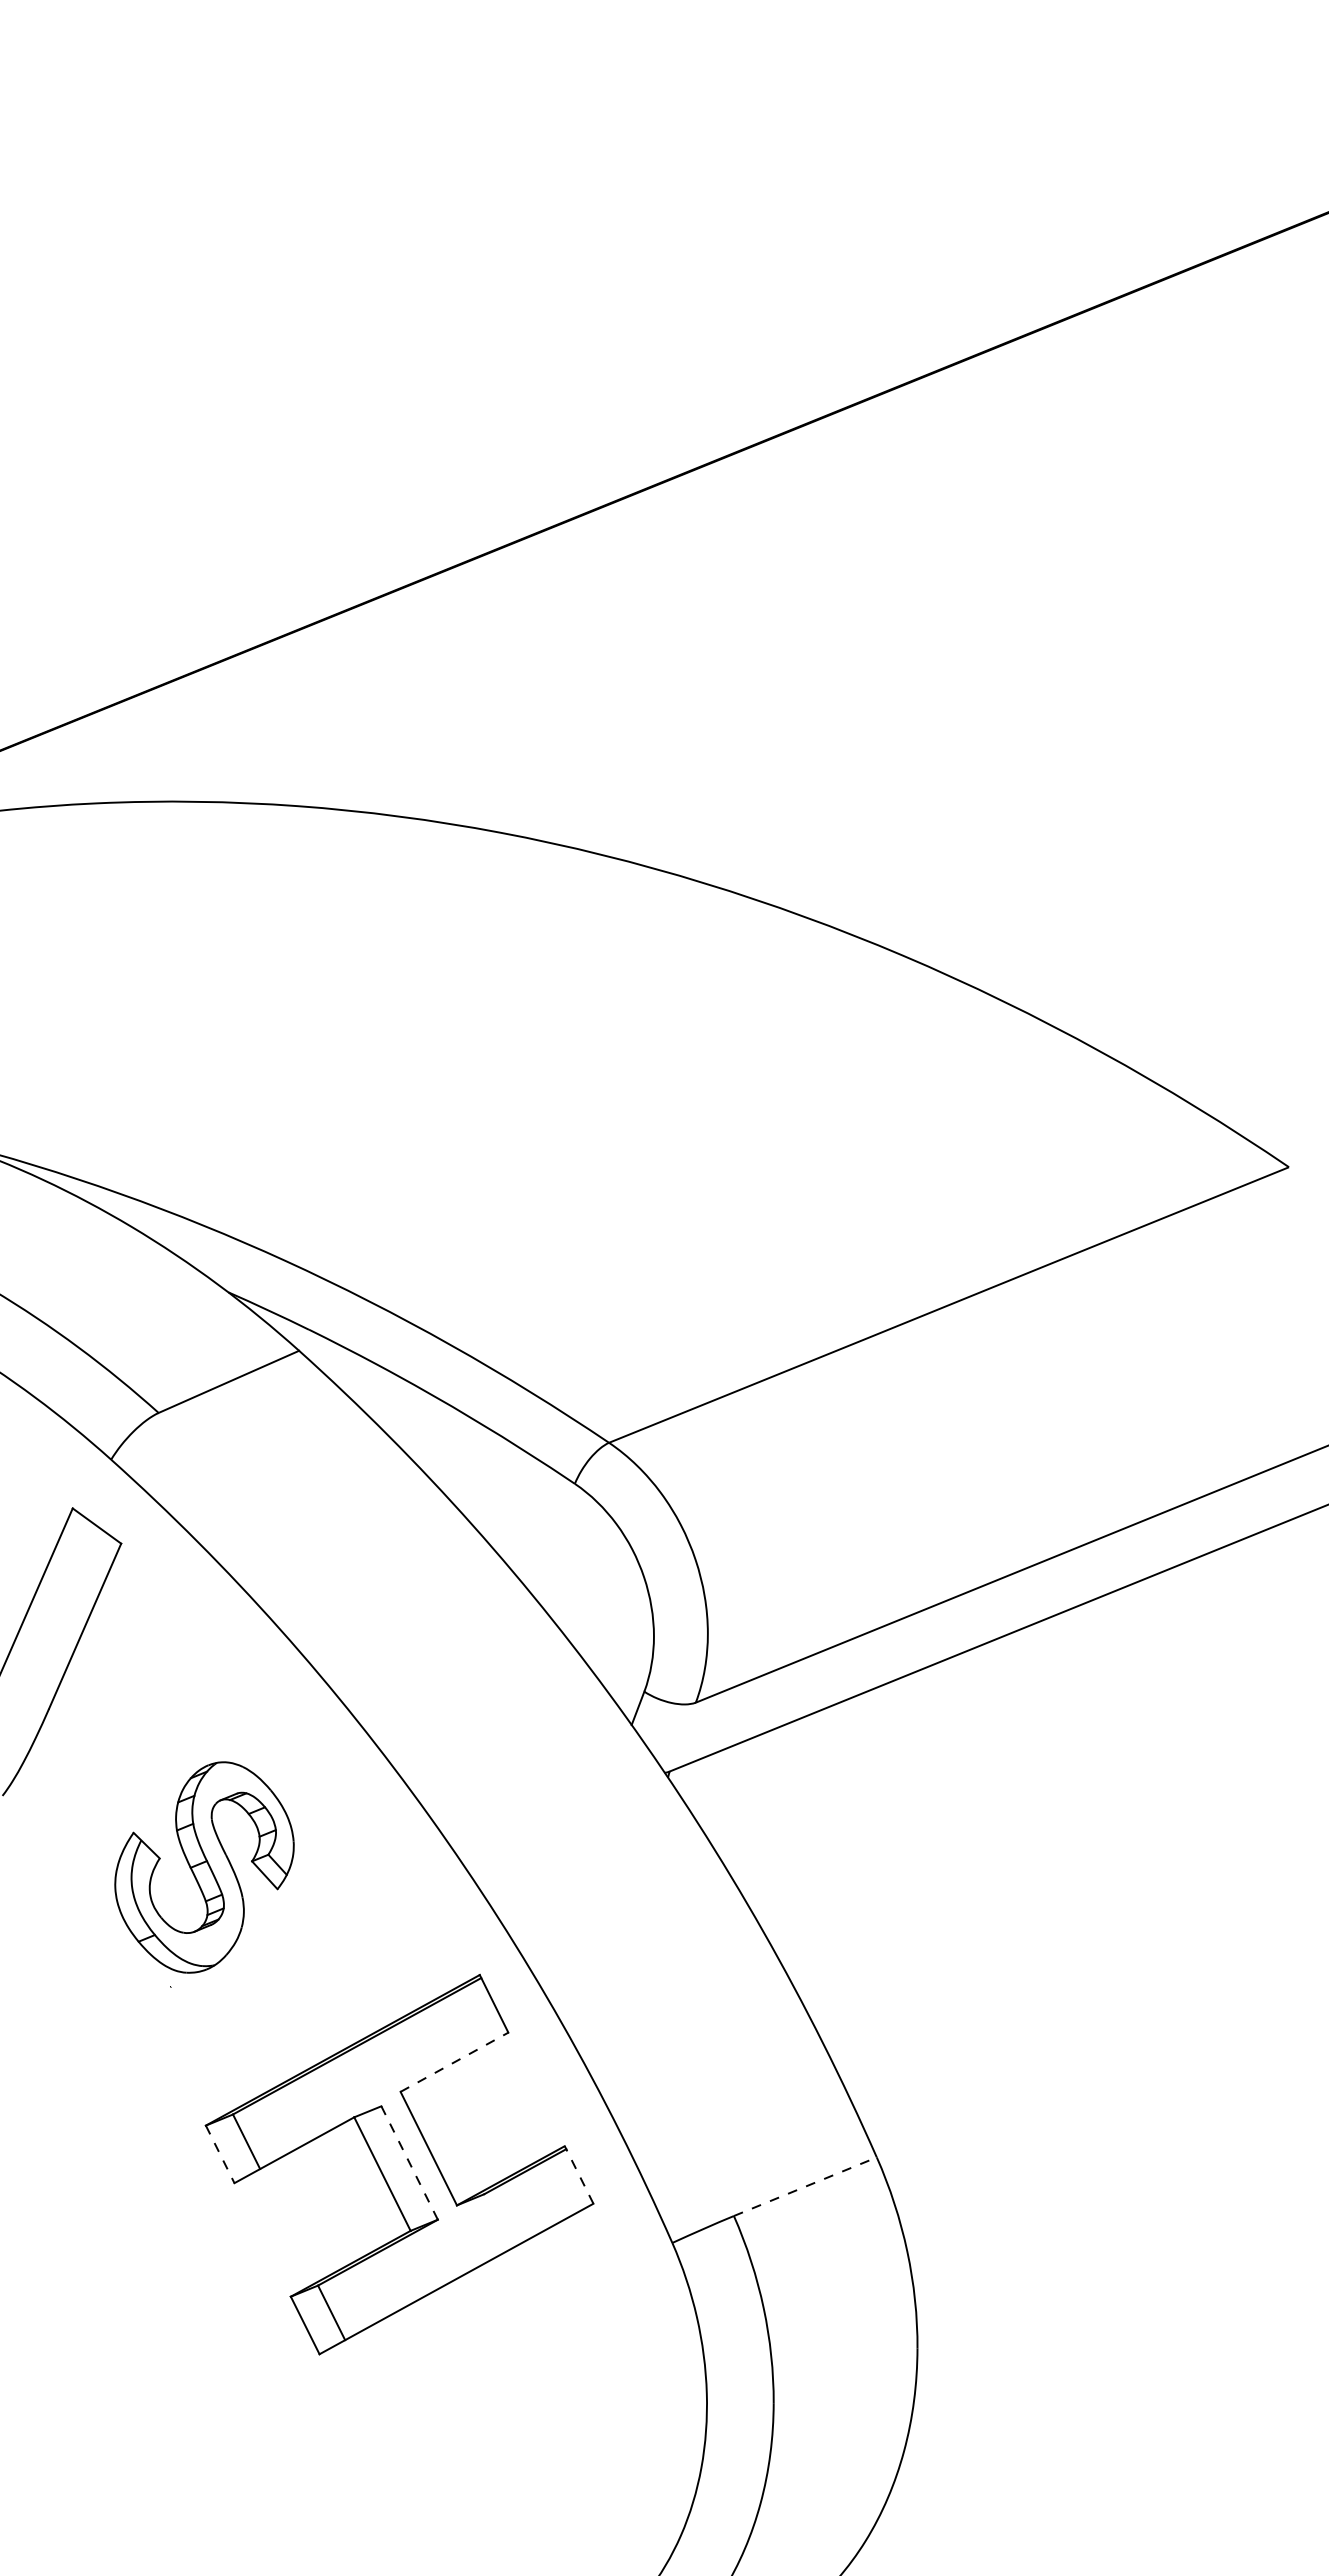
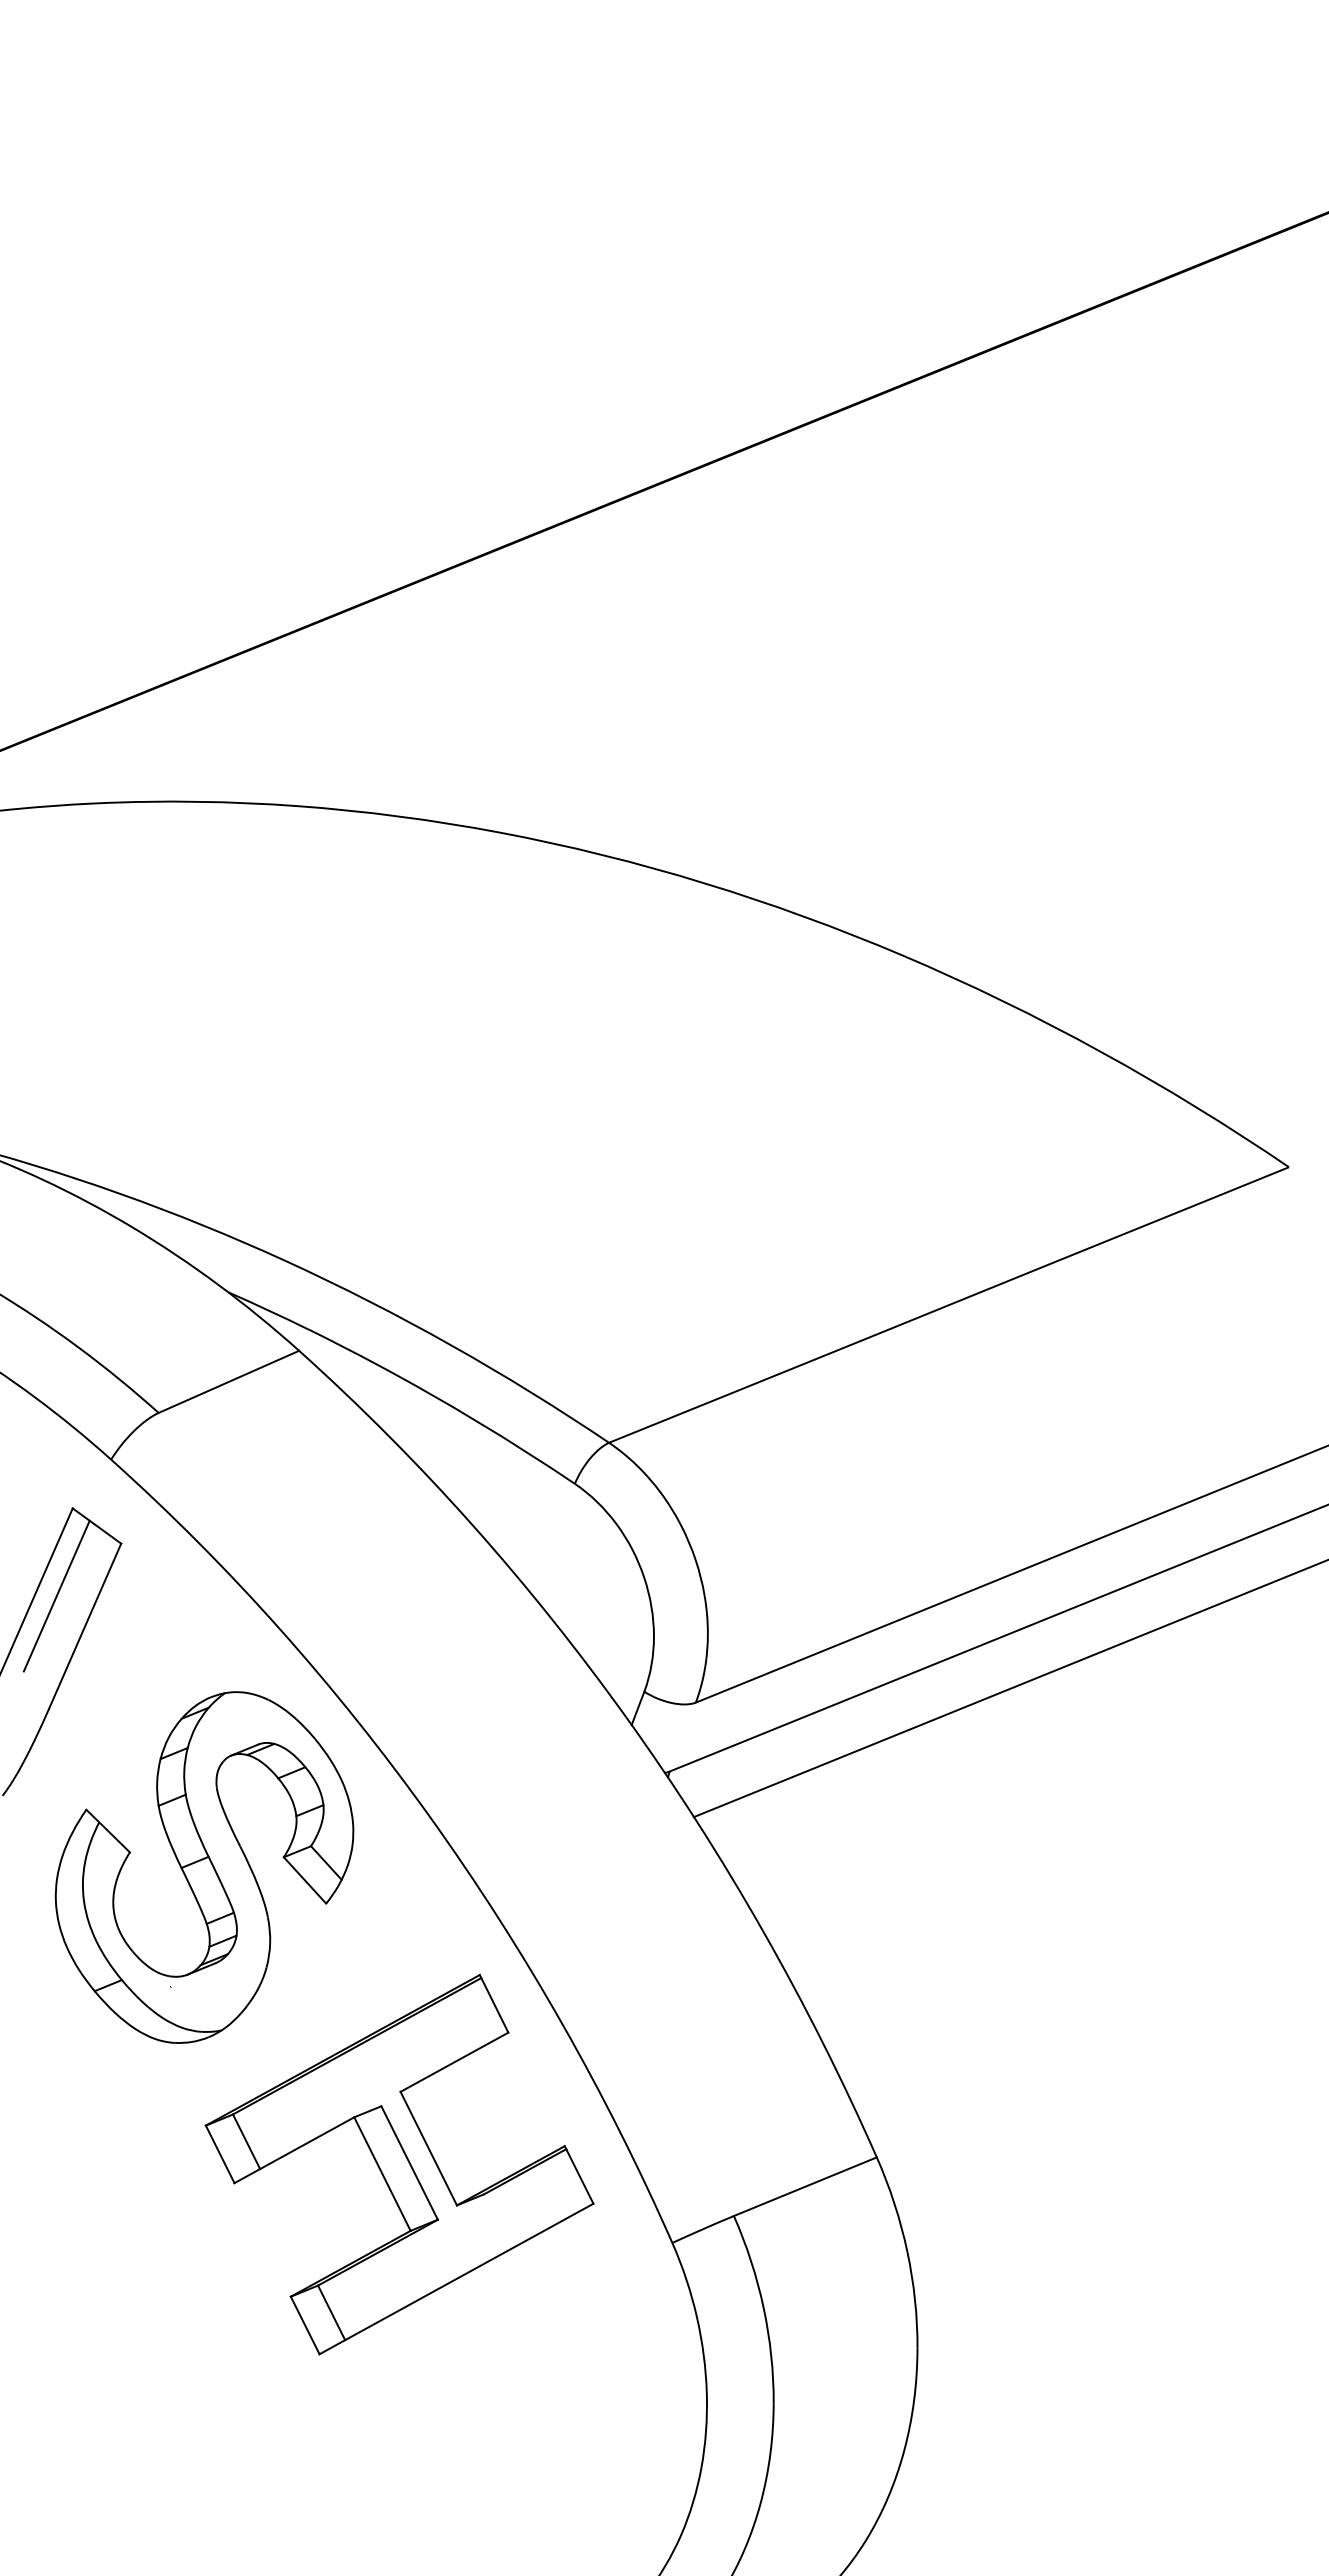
line at (56, 1595): none -> present
line at (1009, 1688): none -> present
part at (204, 1867) size: 181x213 px -> 301x353 px
line at (454, 2062): dashed -> solid
line at (220, 2154): dashed -> solid
line at (409, 2162): dashed -> solid
line at (578, 2174): dashed -> solid
line at (805, 2186): dashed -> solid
